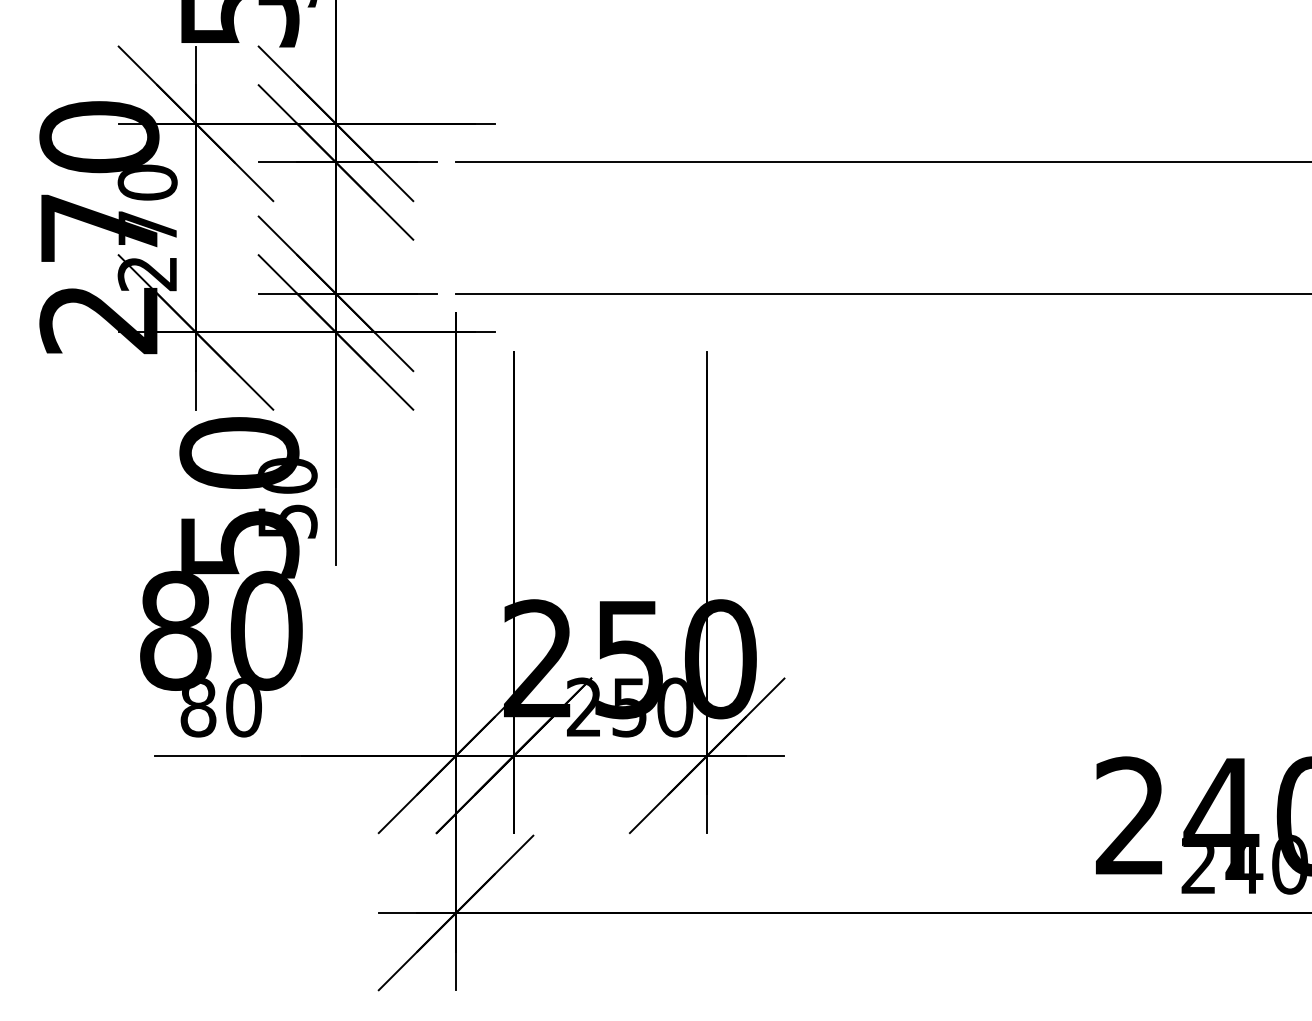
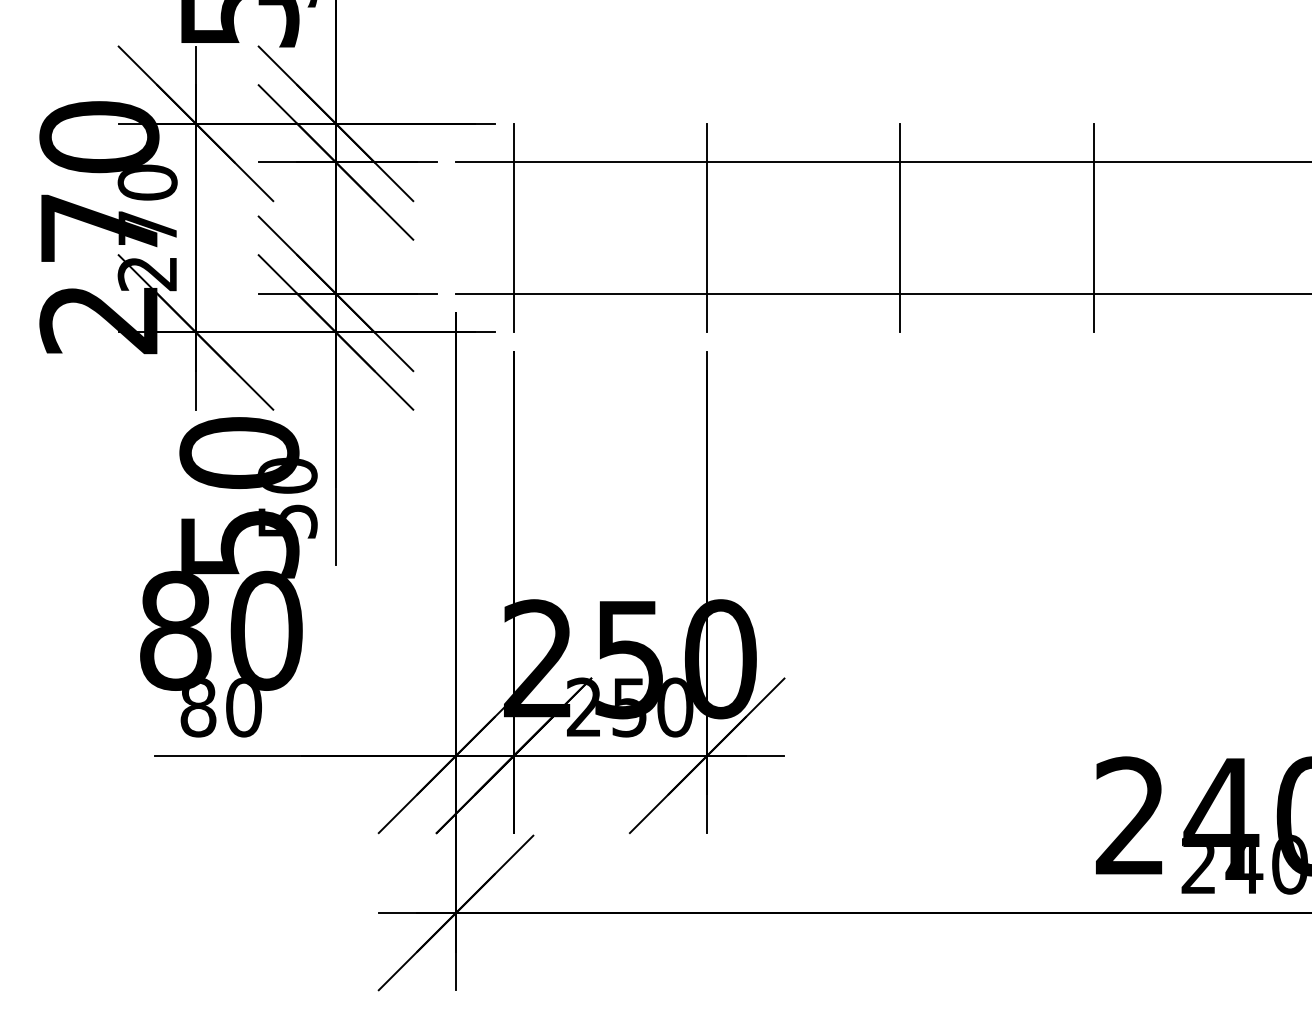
line at (514, 227): none -> present
line at (707, 227): none -> present
line at (900, 227): none -> present
line at (1093, 227): none -> present
